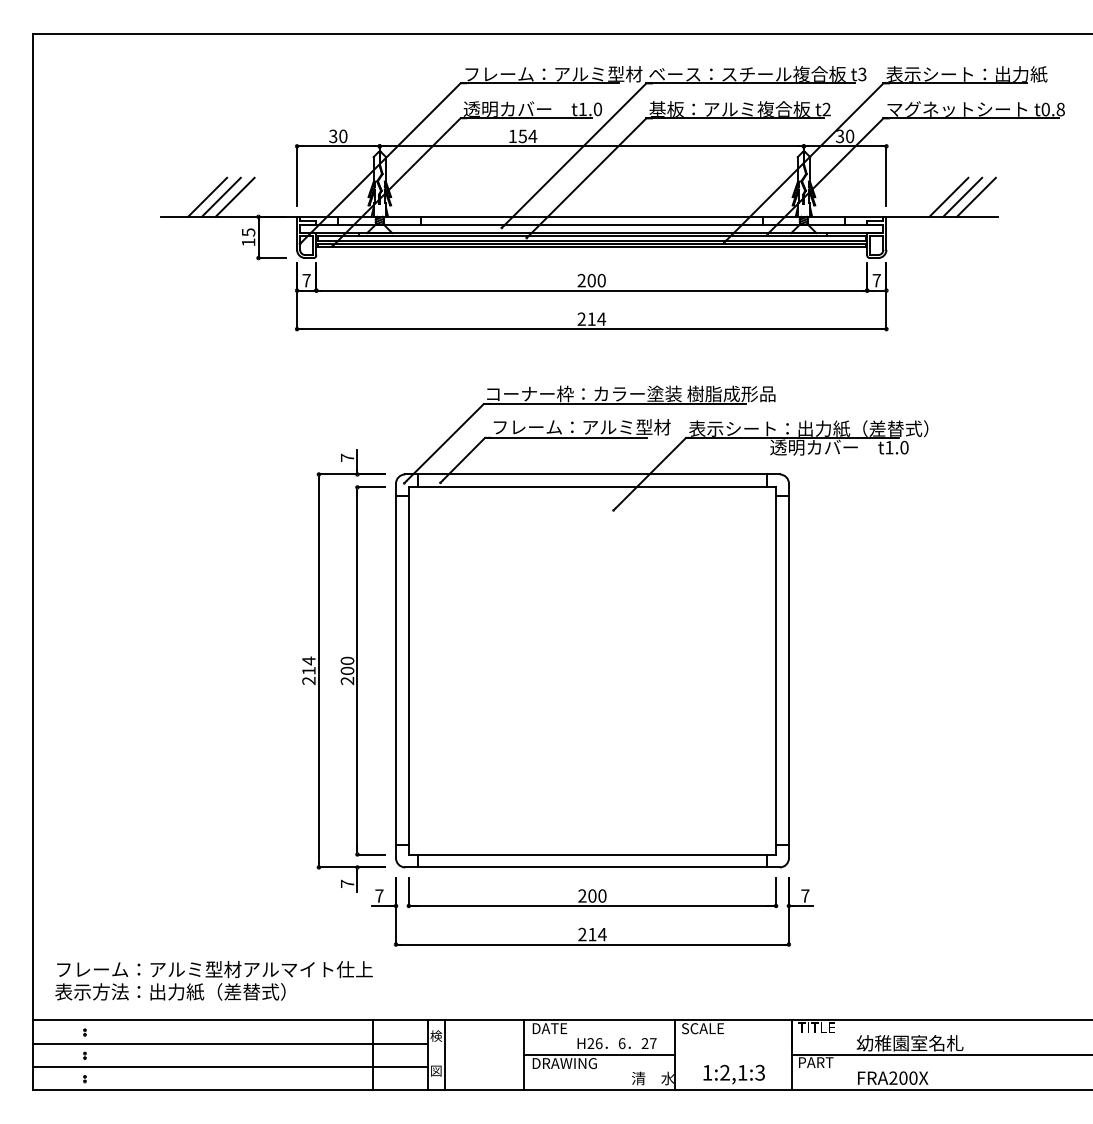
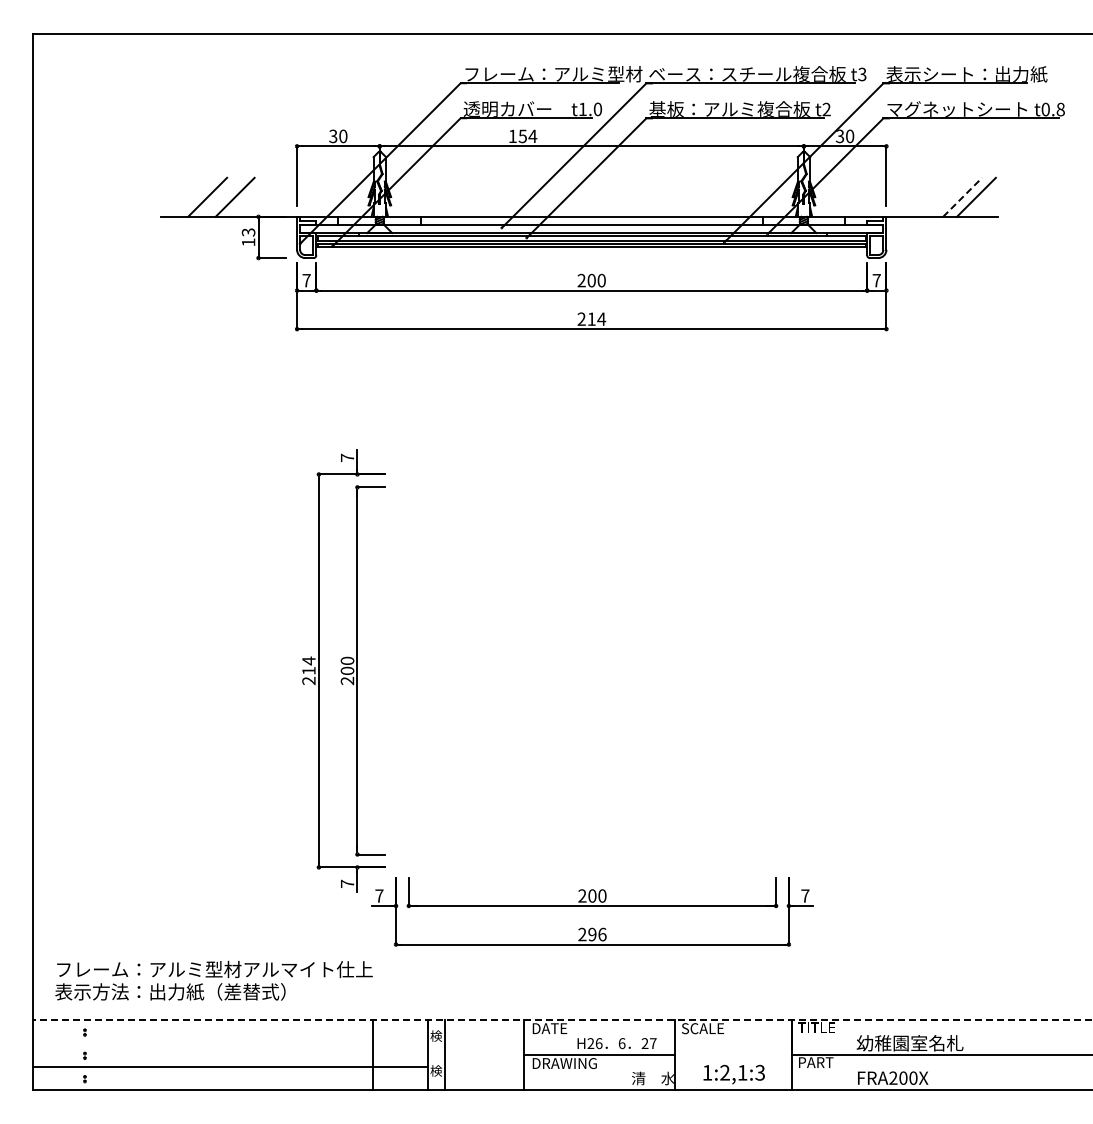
line at (220, 196): present -> none
line at (948, 196): present -> none
line at (962, 197): solid -> dashed
text at (247, 232): 15 -> 13
part at (661, 626): present -> none
text at (597, 934): 214 -> 296
line at (562, 1020): solid -> dashed
line at (230, 1043): present -> none
text at (436, 1070): 図 -> 検
